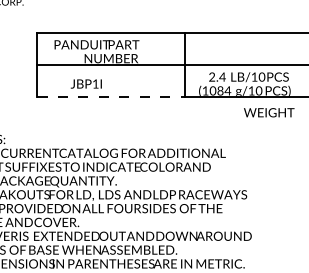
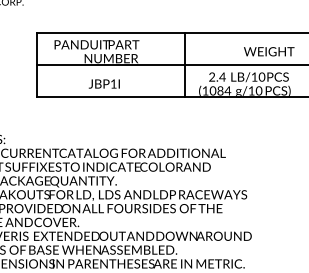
text at (85, 83) position: (85, 83) -> (103, 83)
line at (110, 97): dashed -> solid
text at (269, 112) position: (269, 112) -> (269, 51)
